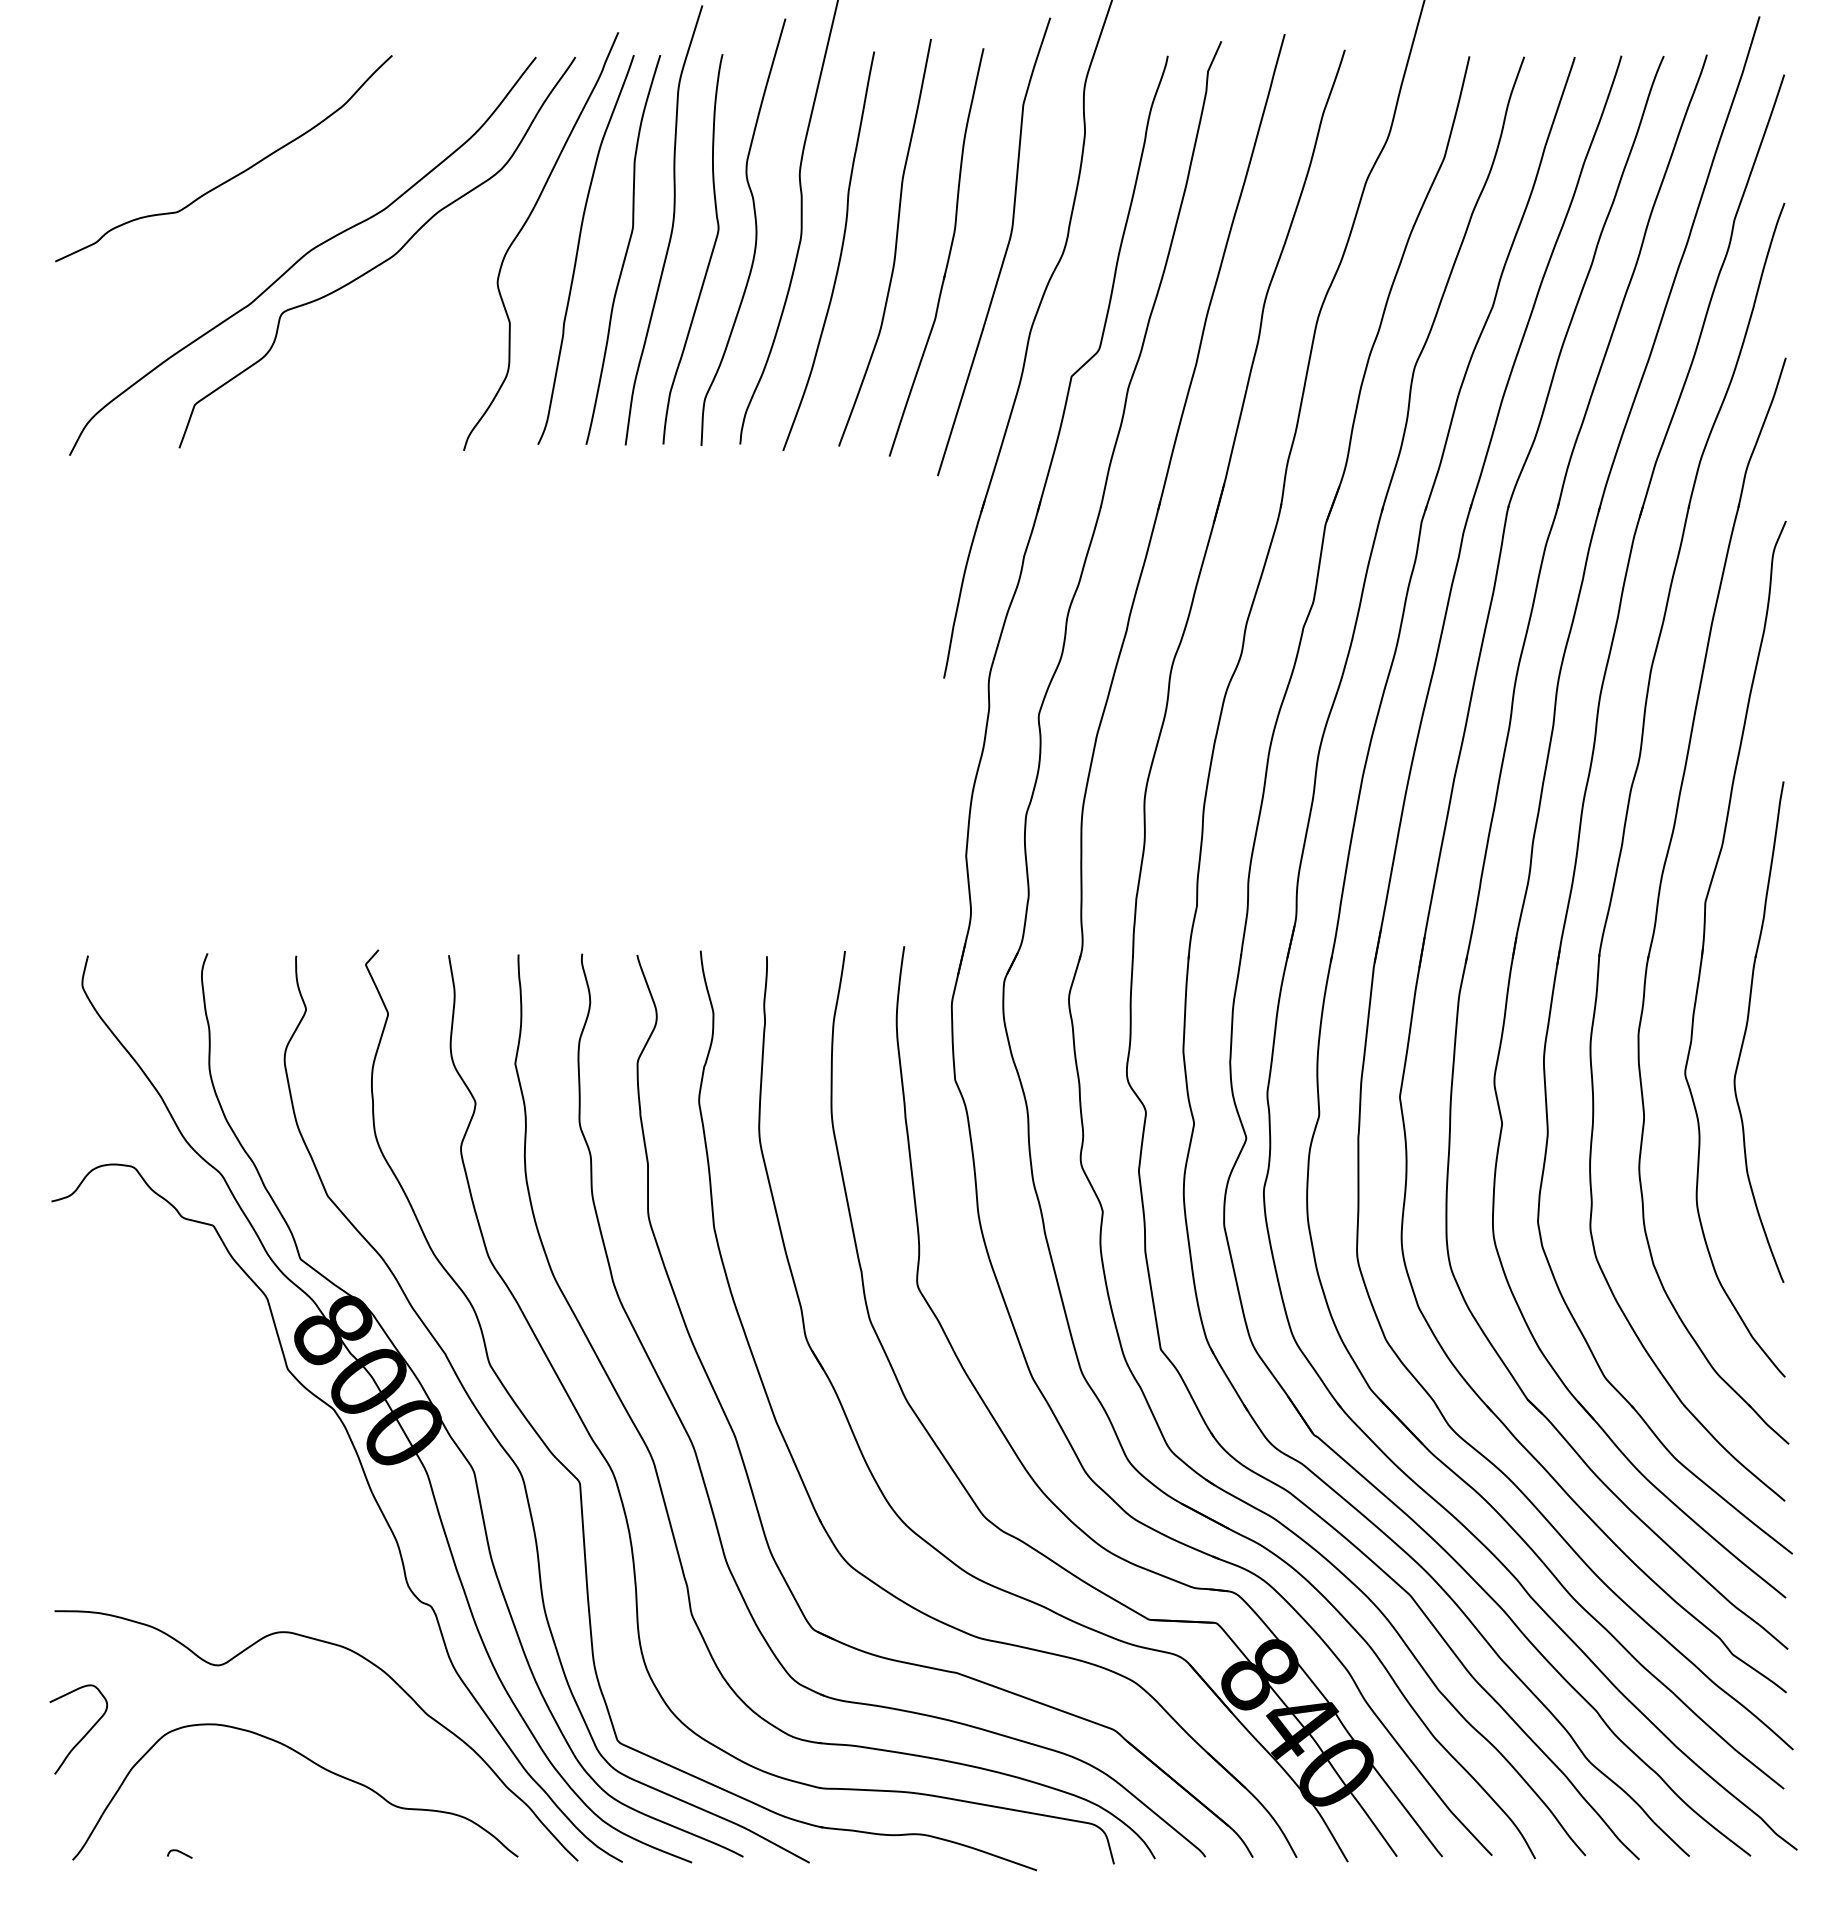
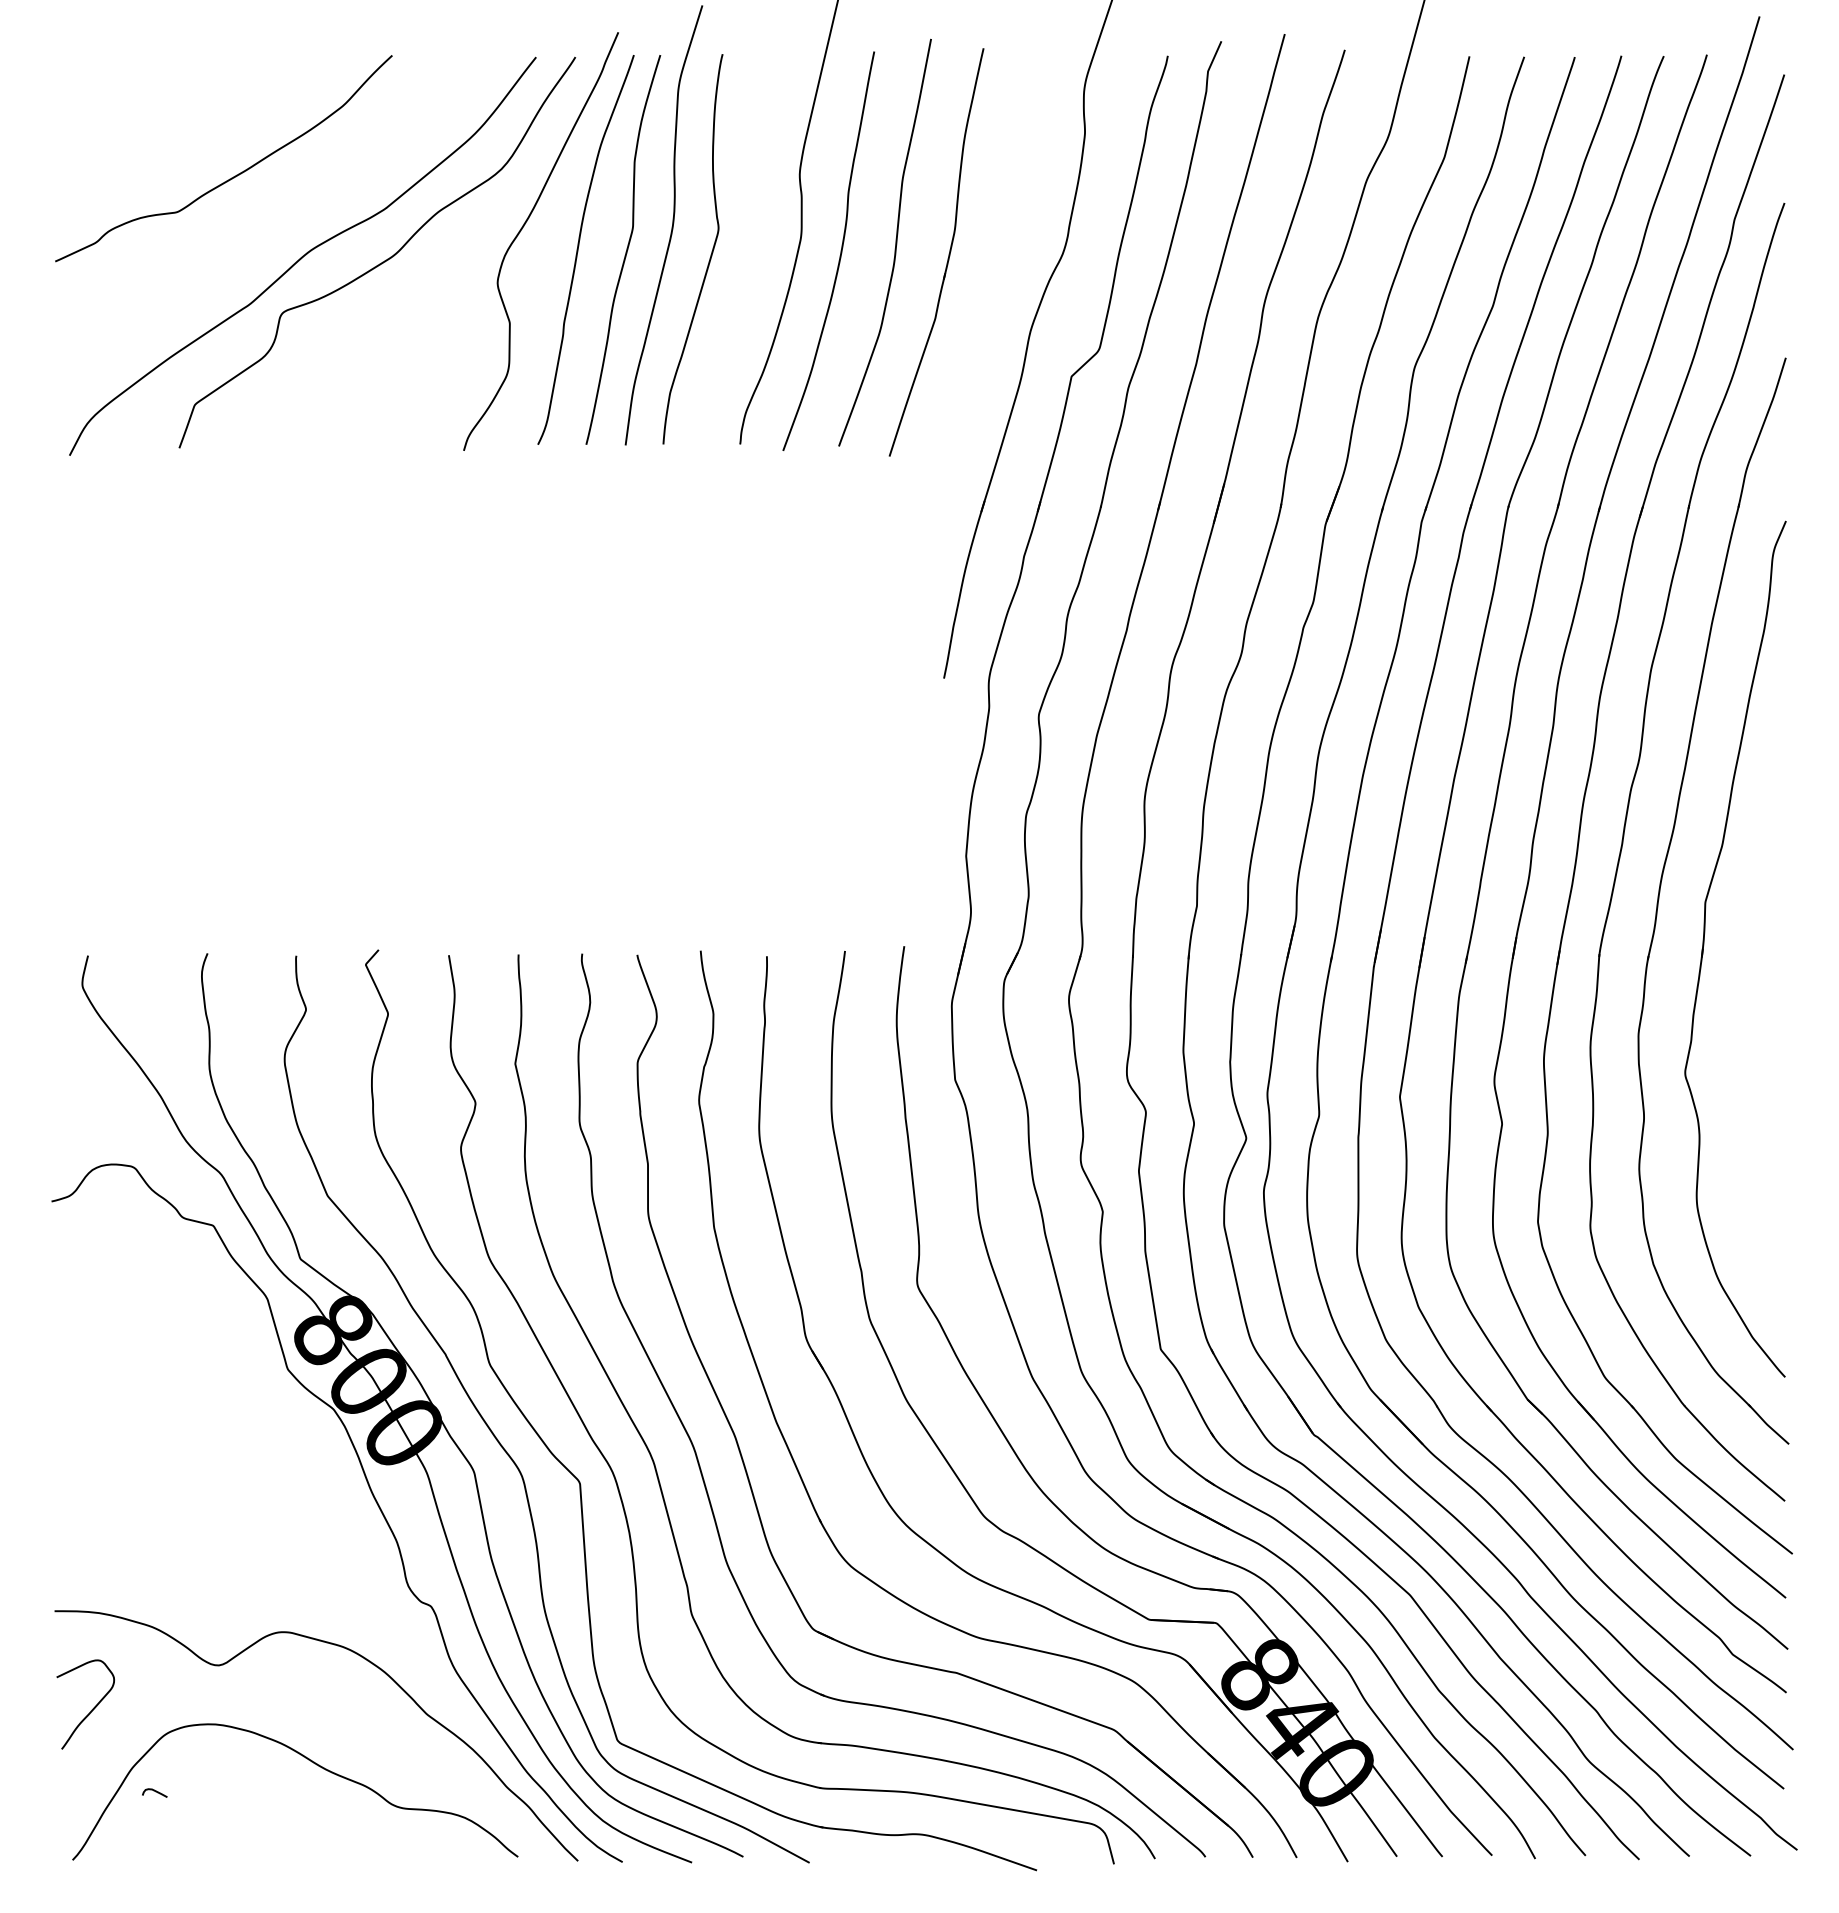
curve at (755, 231): present -> none
curve at (1005, 250): present -> none
part at (1747, 1027): present -> none
curve at (84, 1734) position: (84, 1734) -> (91, 1709)
curve at (179, 1852) position: (179, 1852) -> (154, 1791)
